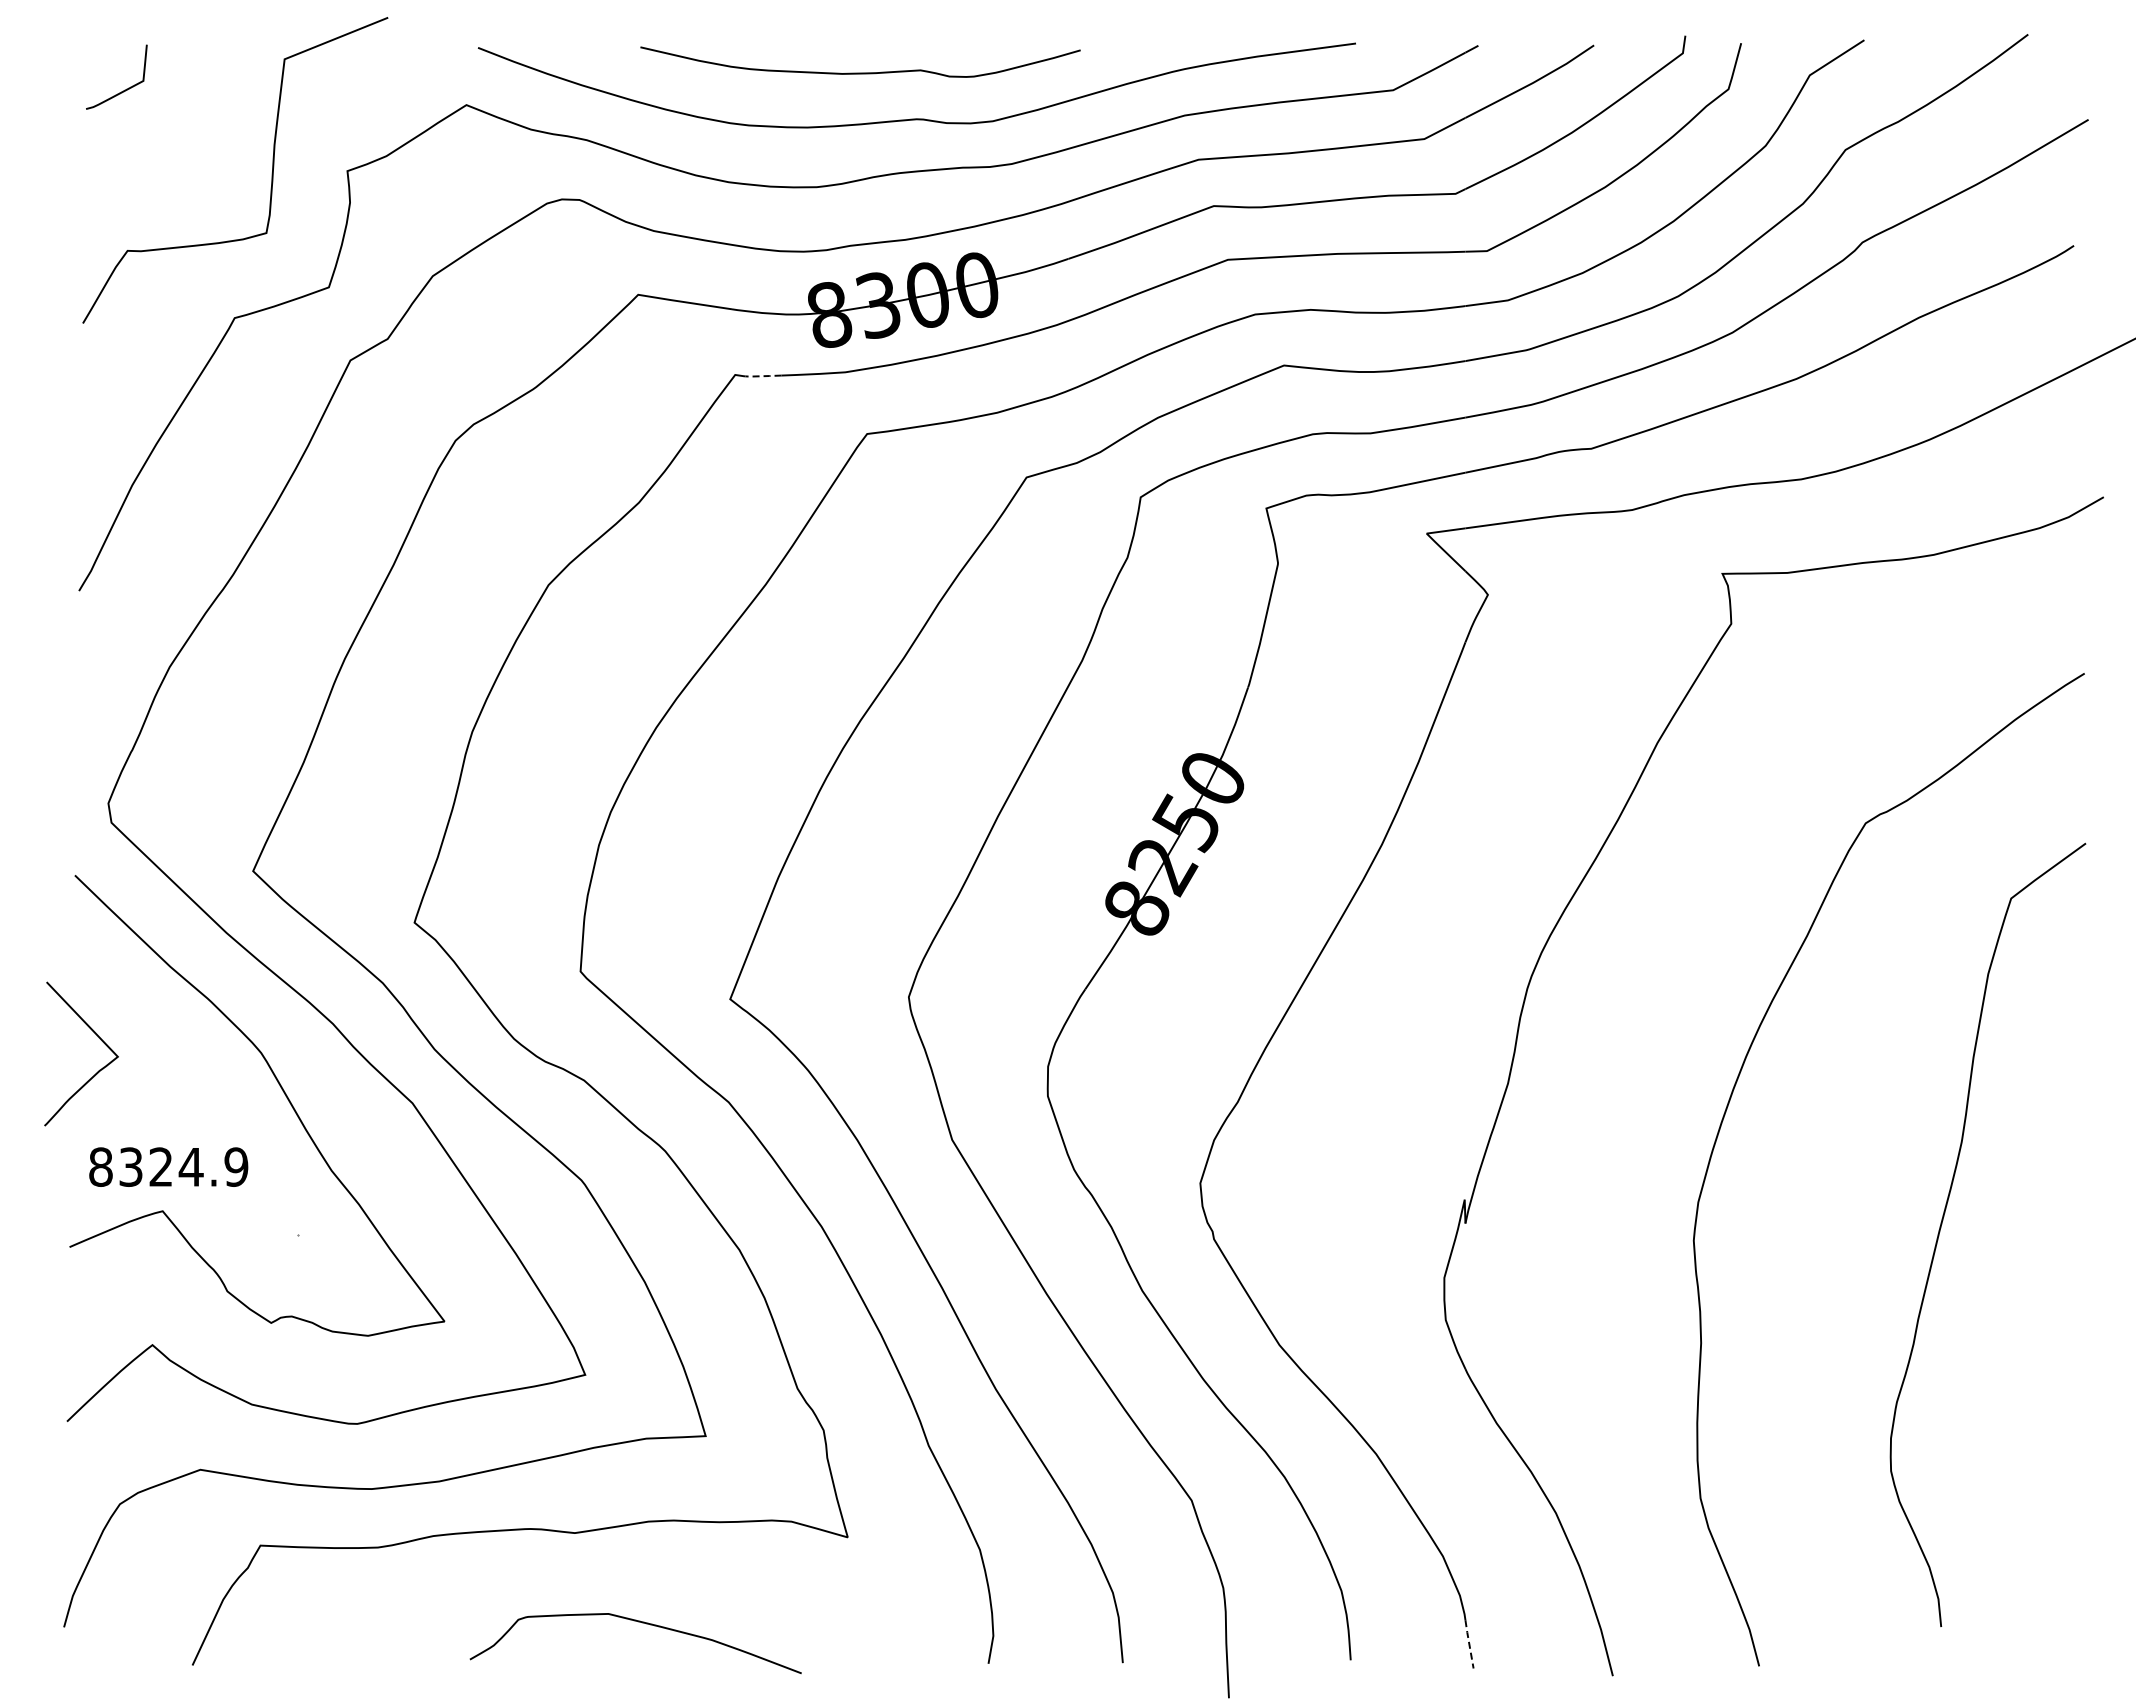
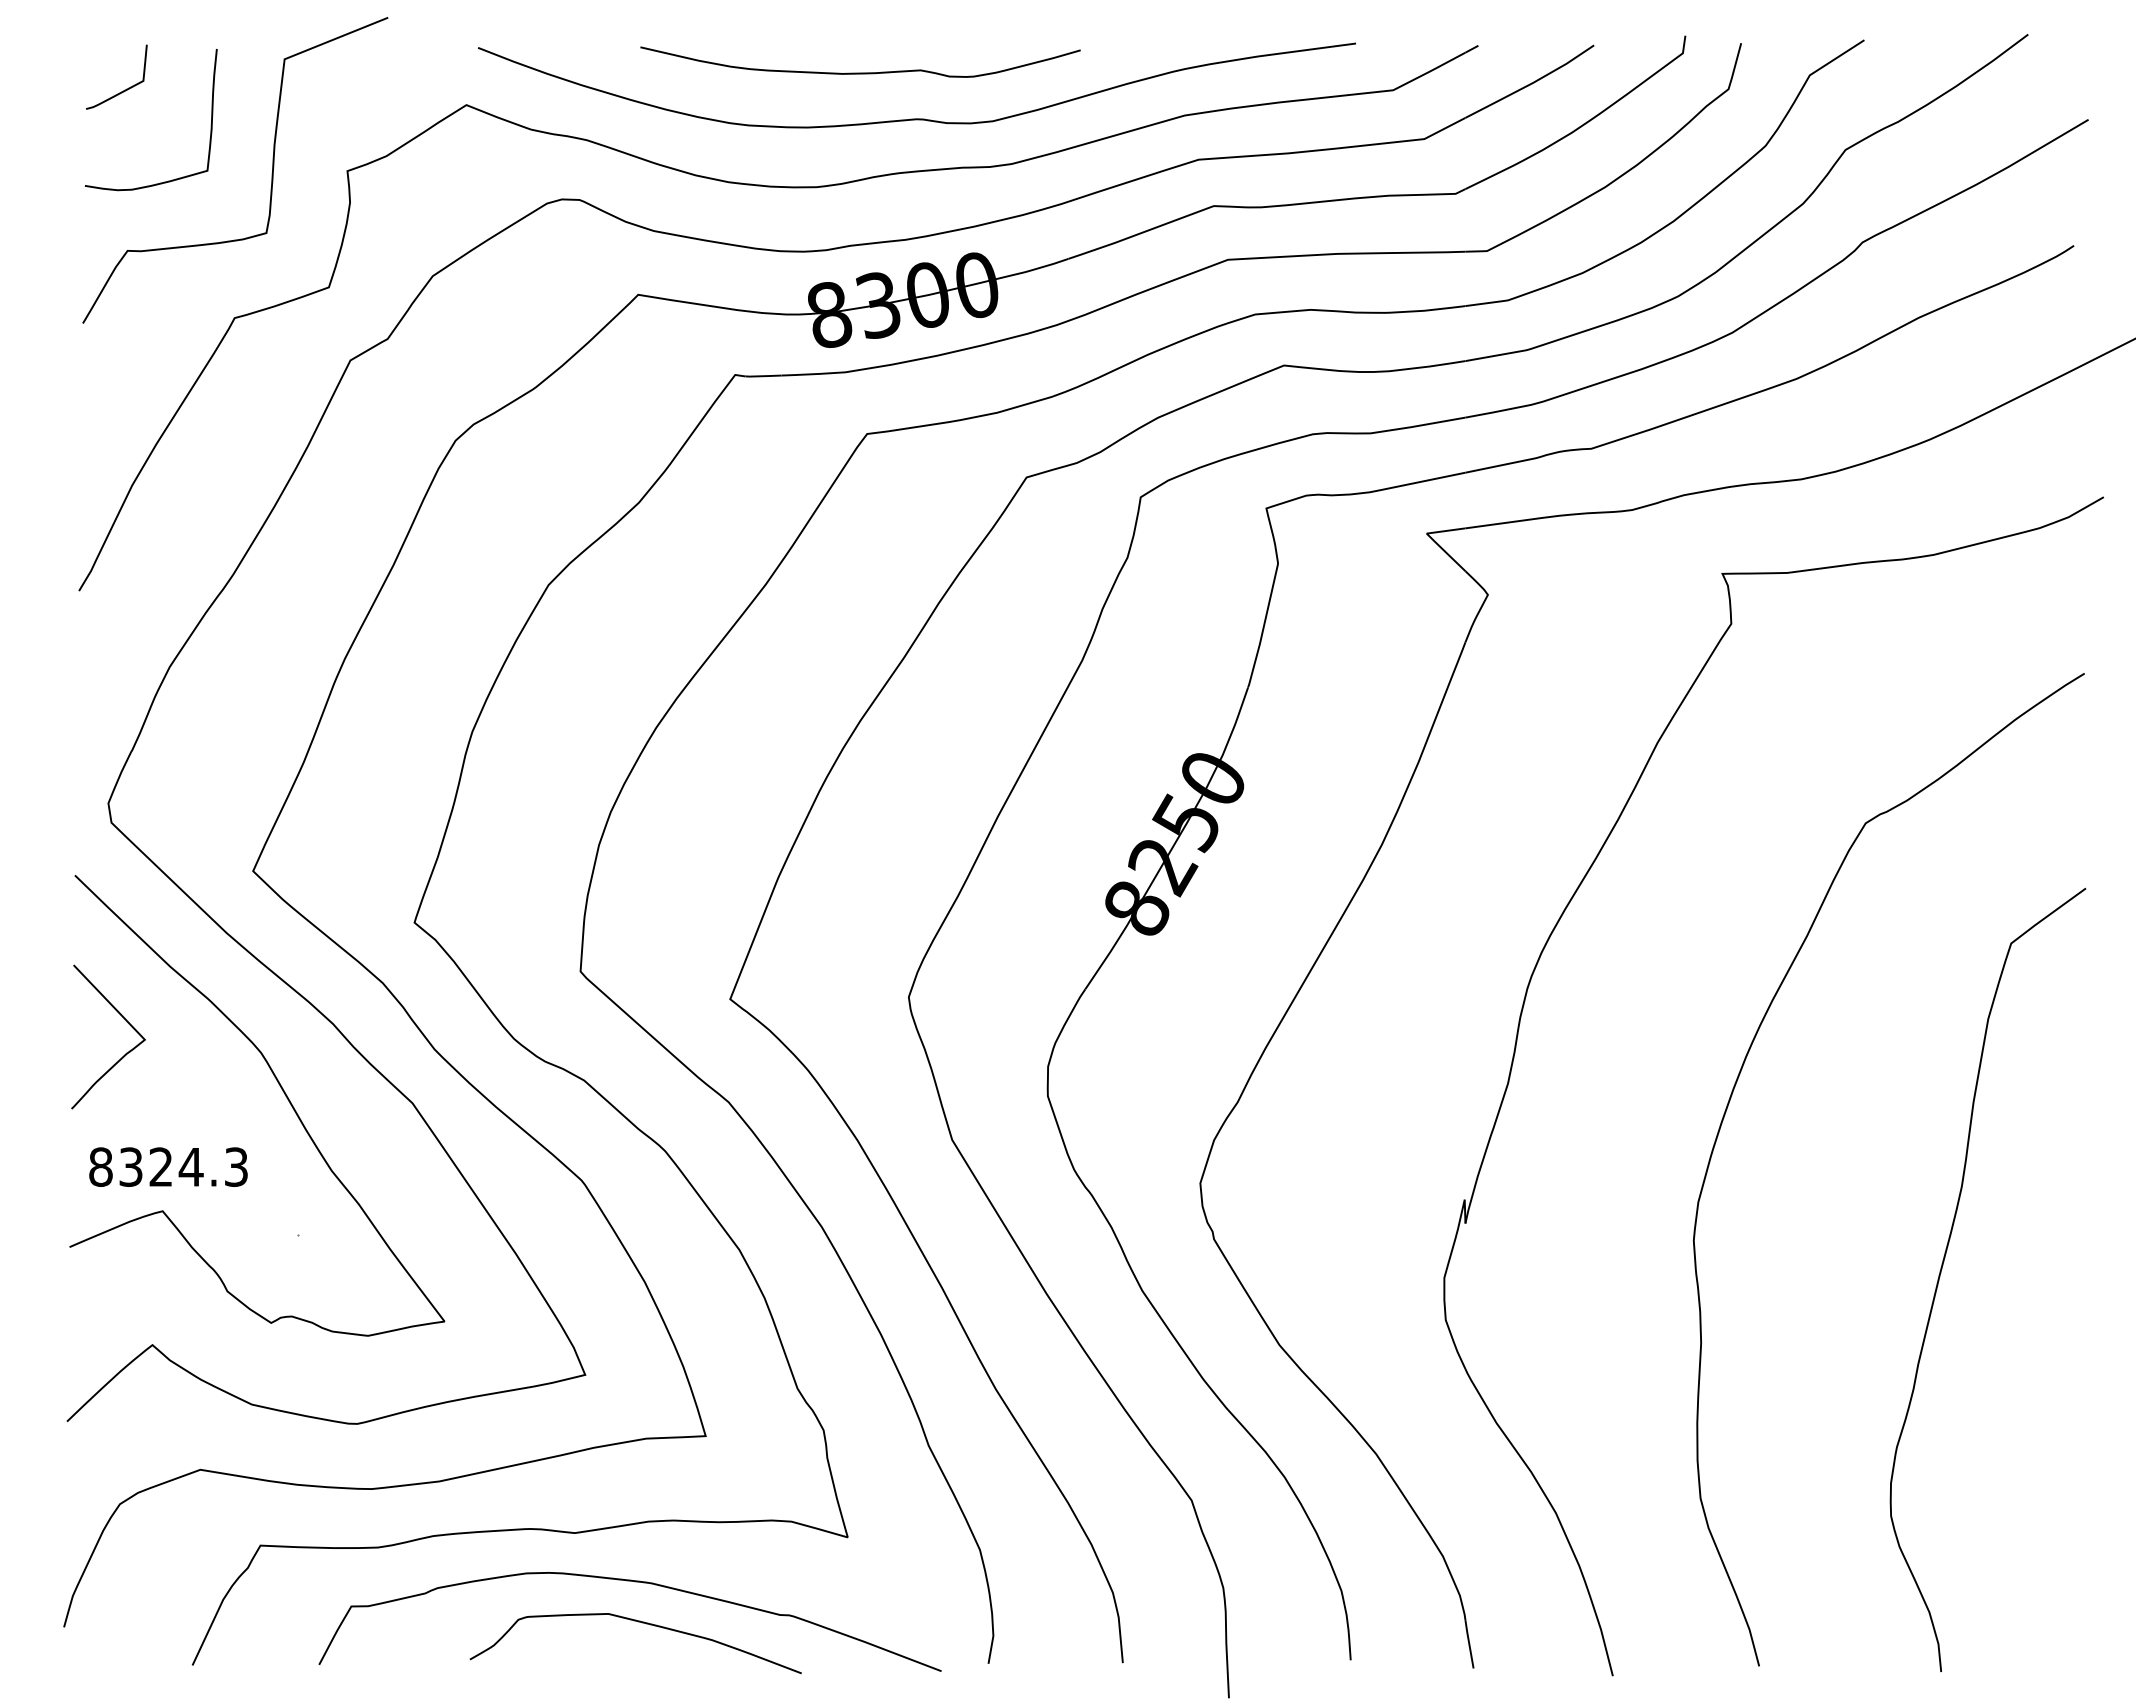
curve at (210, 124): none -> present
line at (763, 376): dashed -> solid
curve at (101, 1041) position: (101, 1041) -> (128, 1024)
text at (236, 1166): 8324.9 -> 8324.3
curve at (1942, 1224) position: (1942, 1224) -> (1942, 1269)
curve at (635, 1582): none -> present
line at (1469, 1644): dashed -> solid
